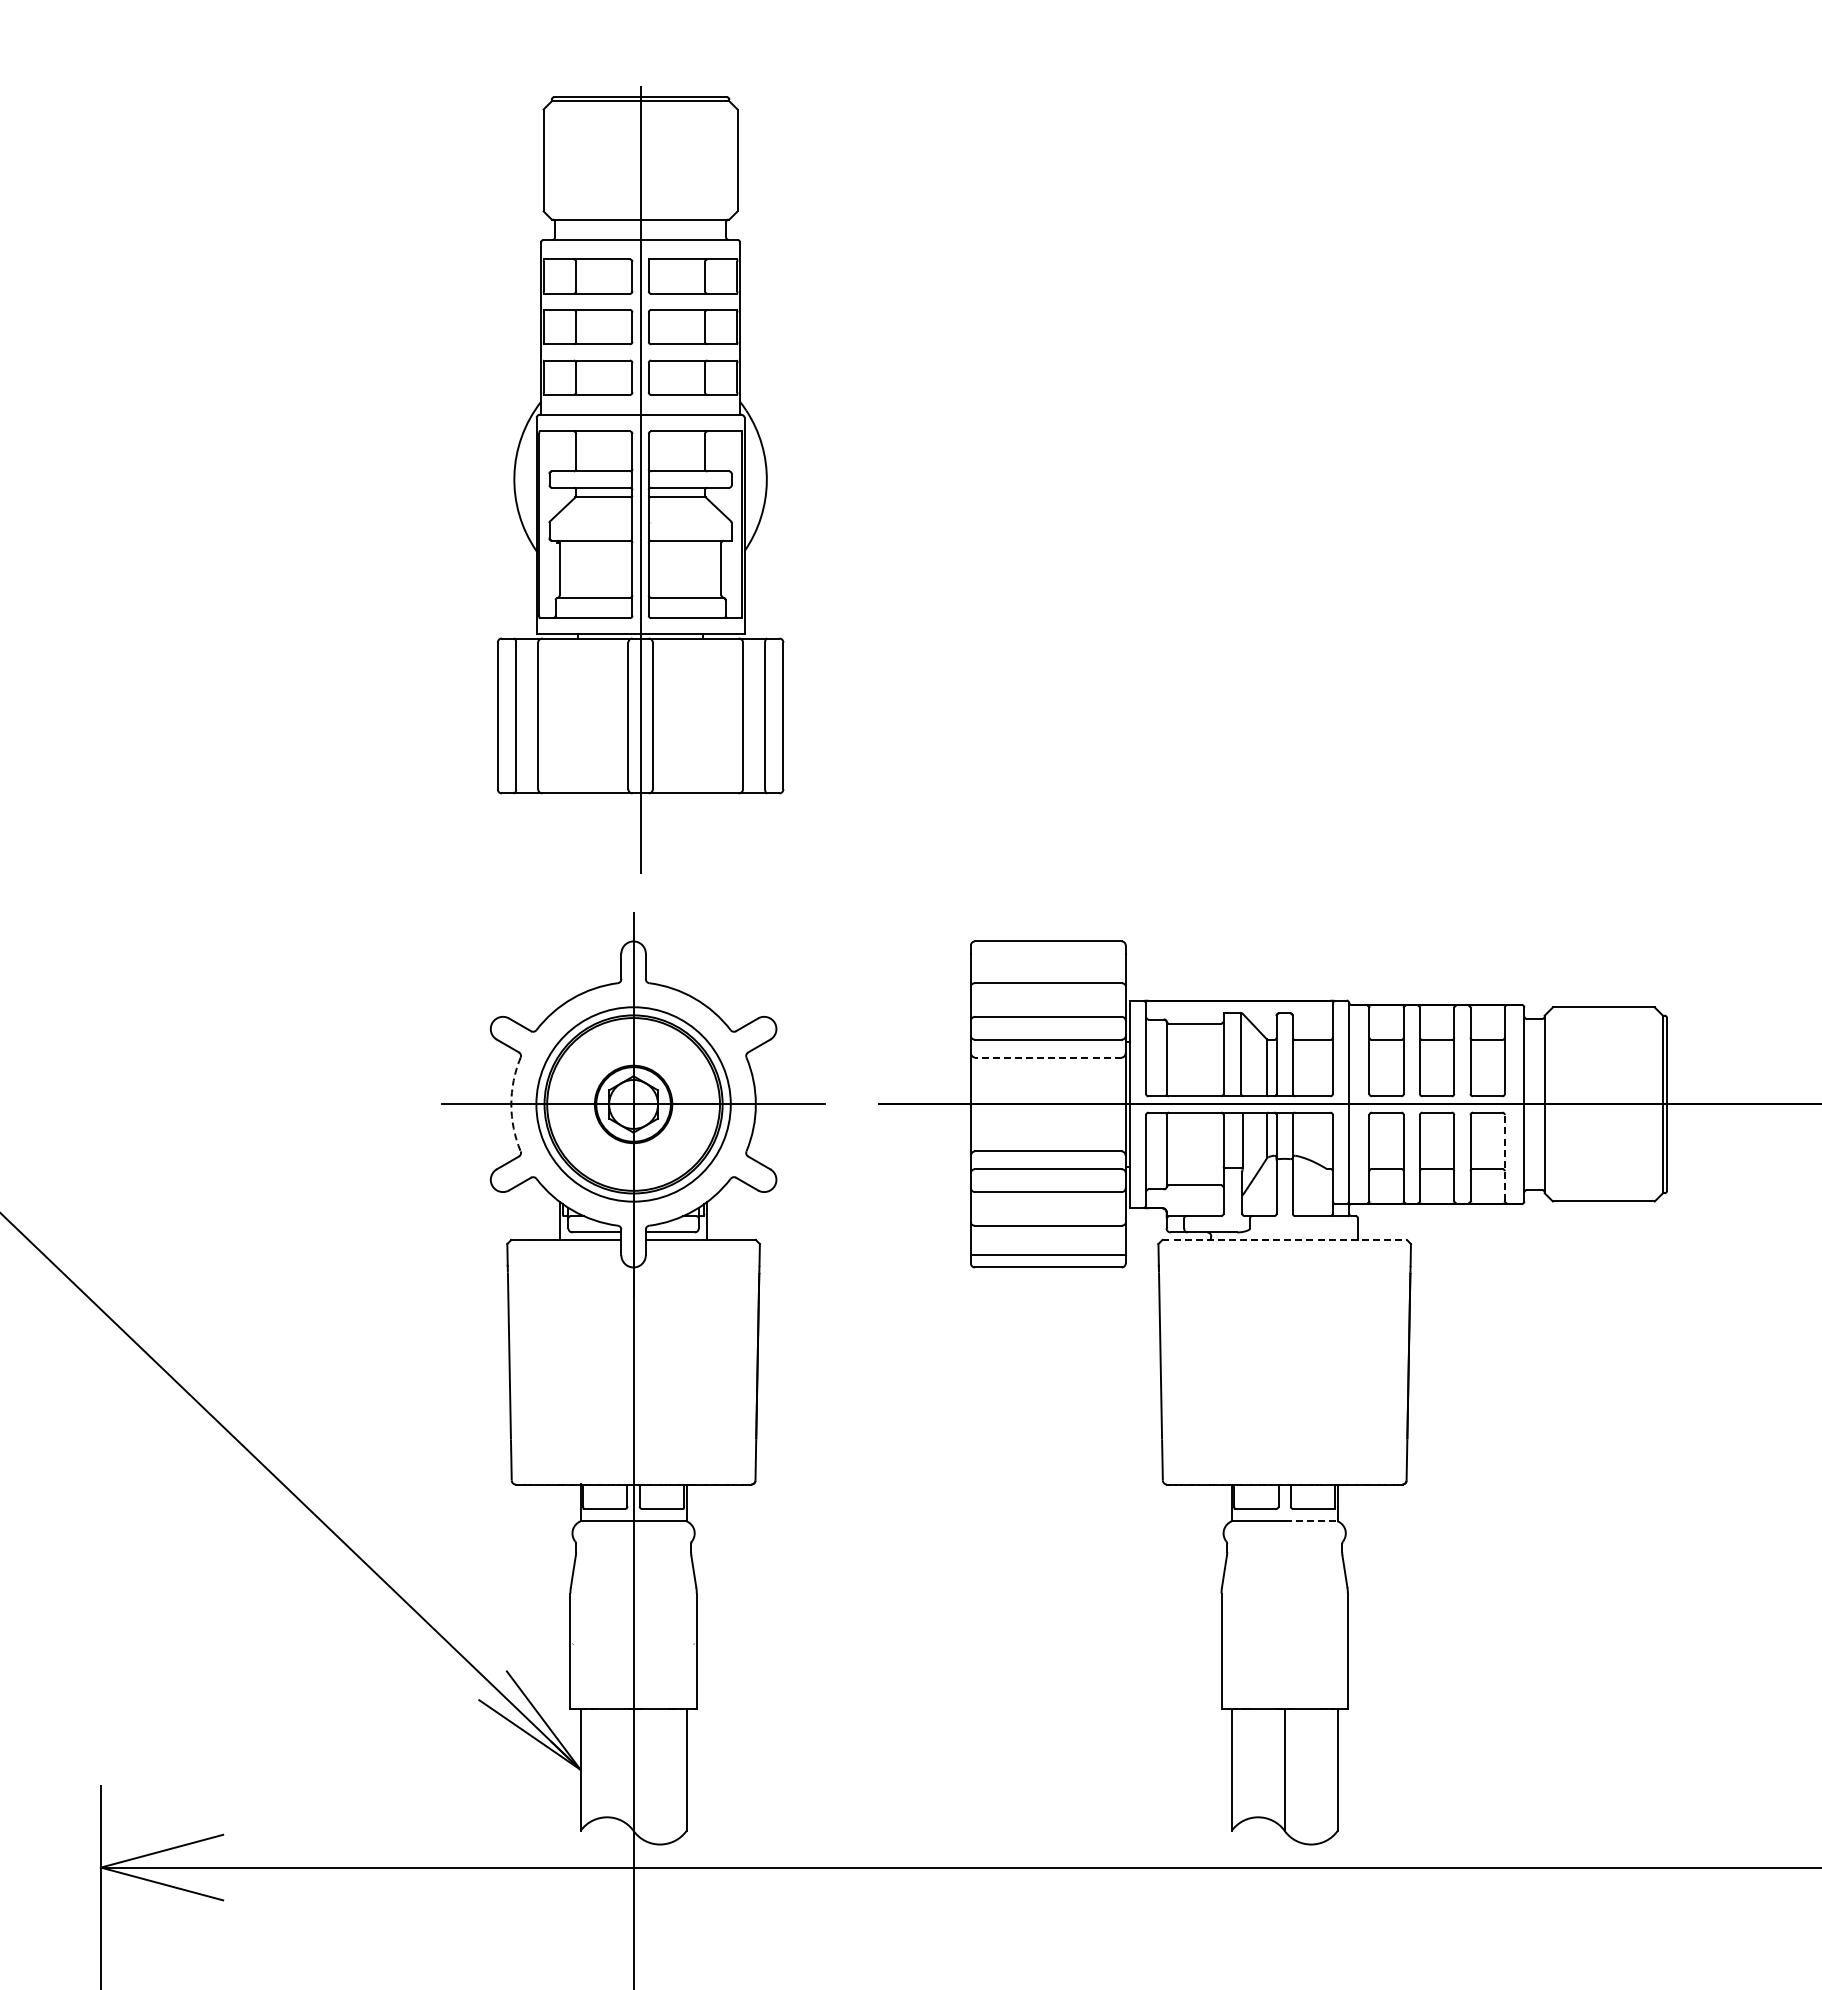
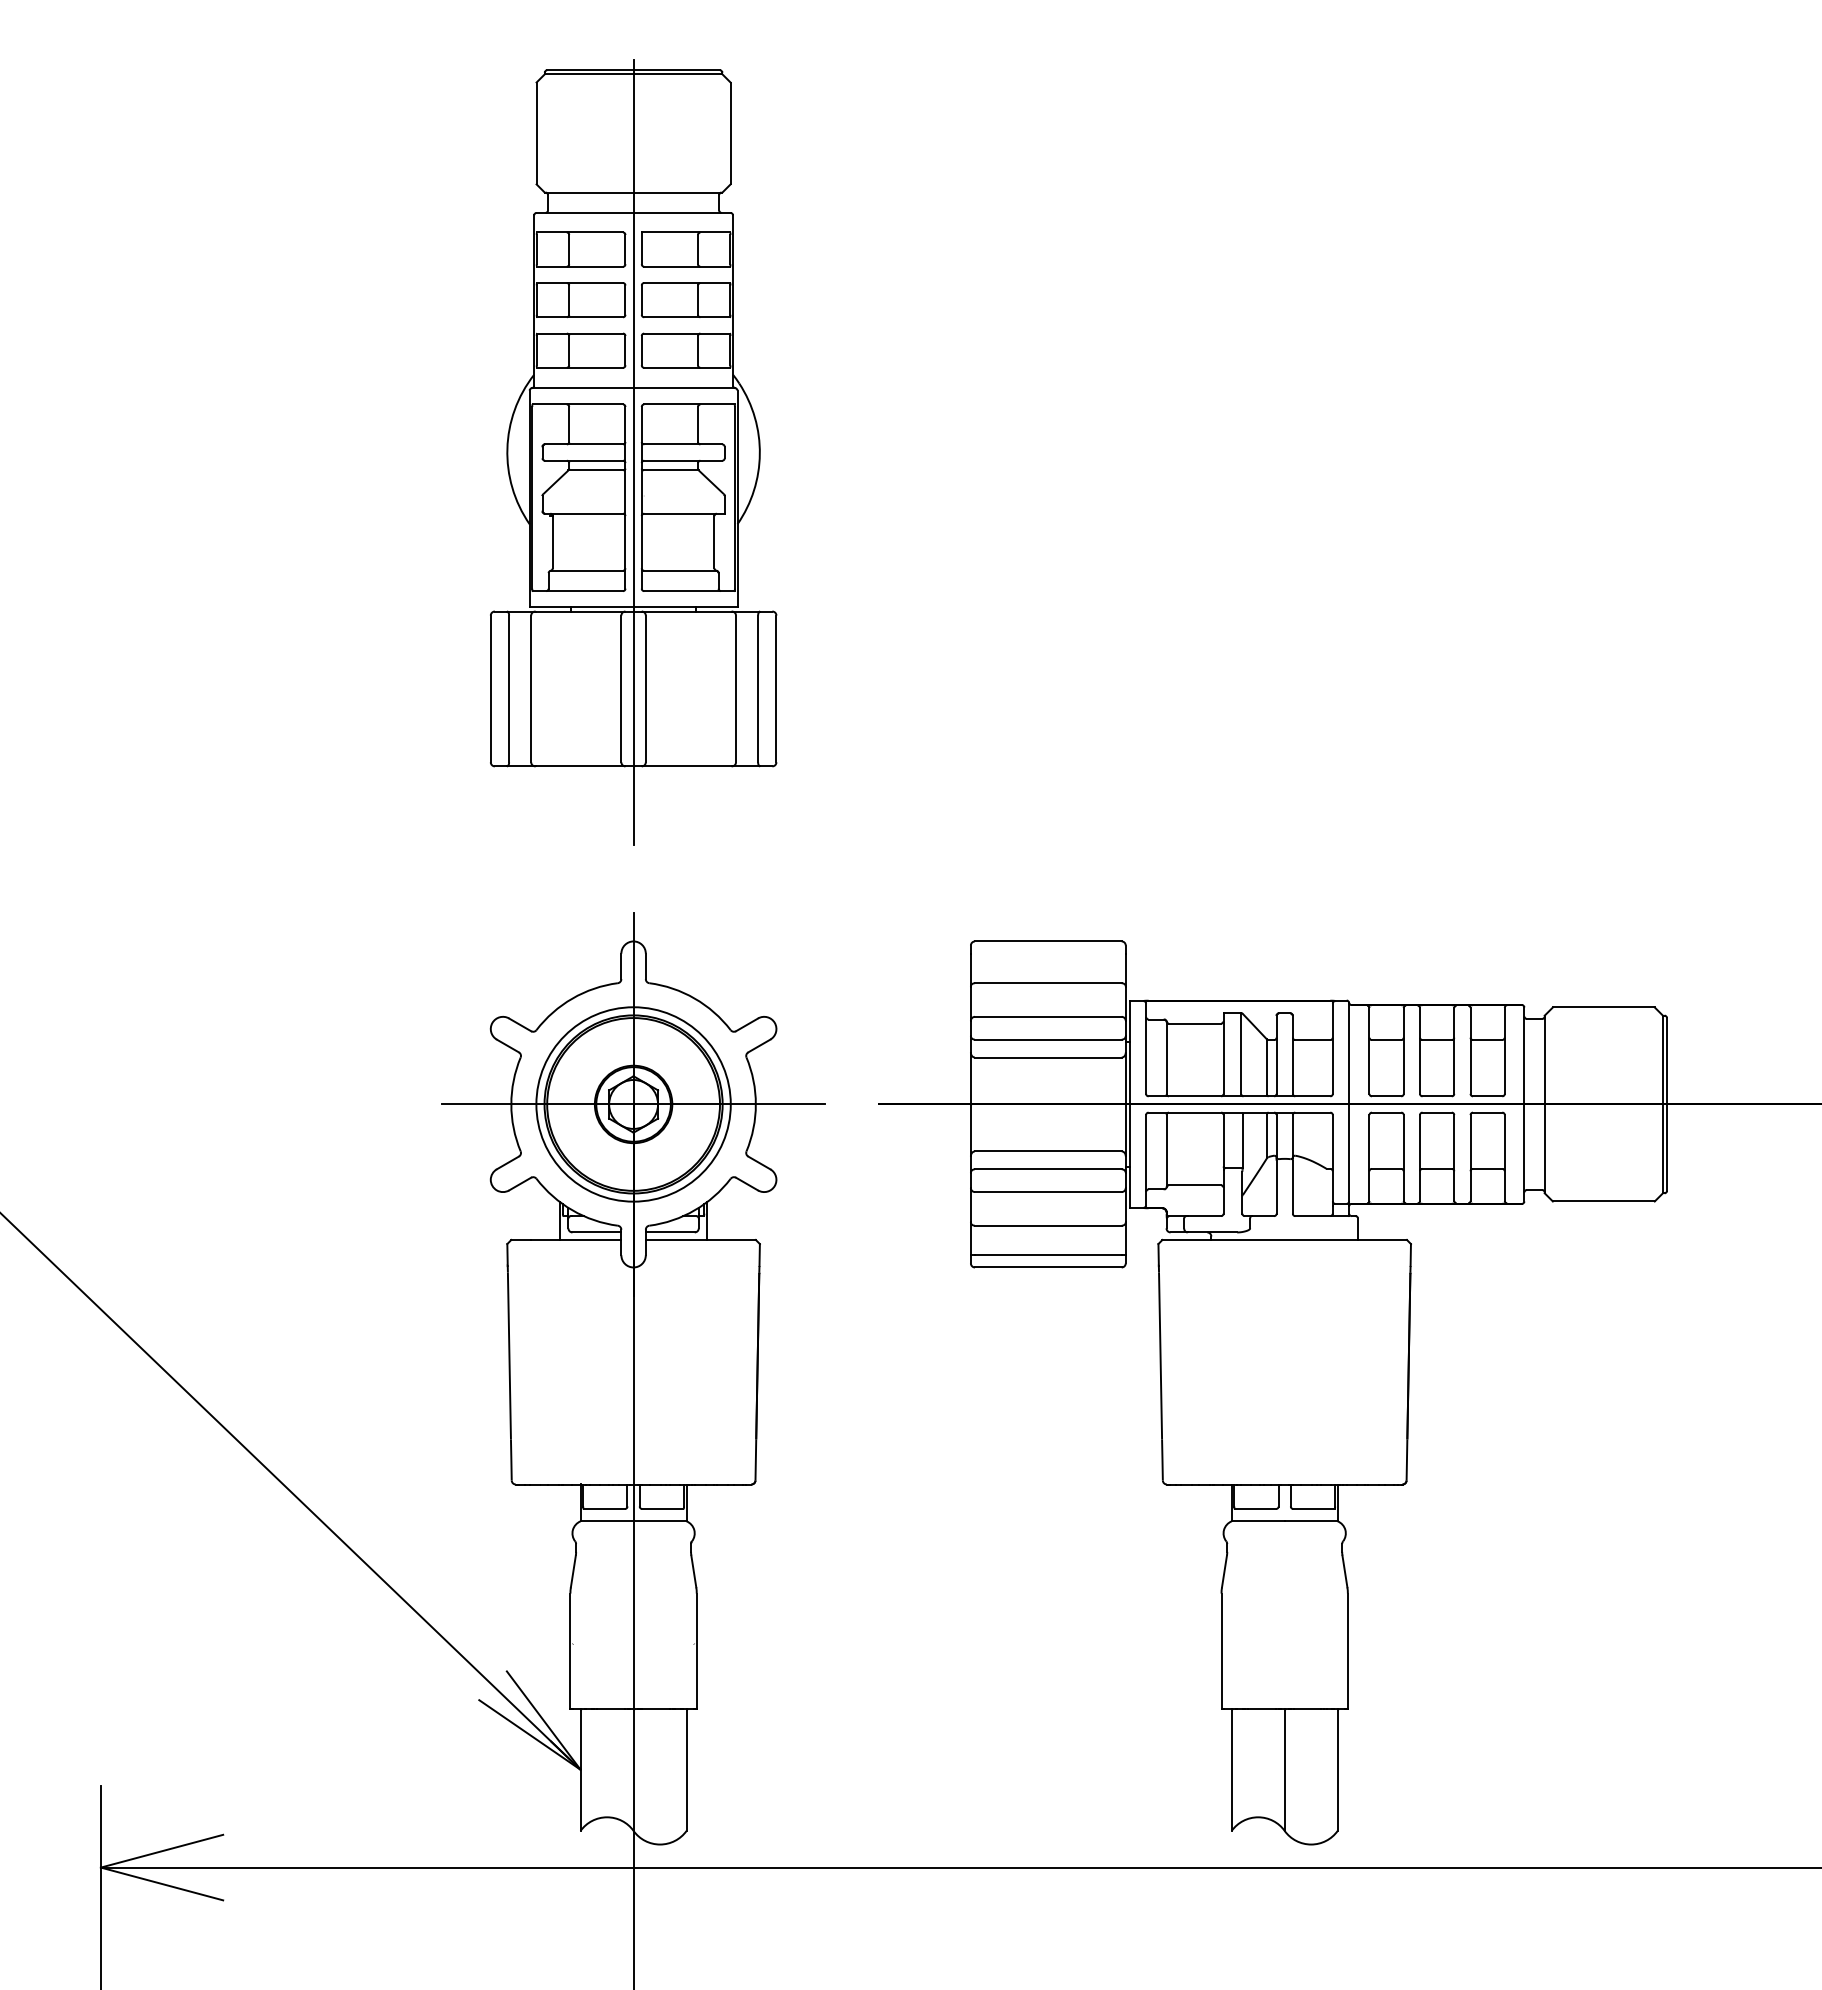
part at (640, 479) position: (640, 479) -> (633, 452)
line at (1047, 1057): dashed -> solid
arc at (511, 1104): dashed -> solid
line at (1504, 1157): dashed -> solid
line at (1285, 1239): dashed -> solid
line at (1311, 1521): dashed -> solid
